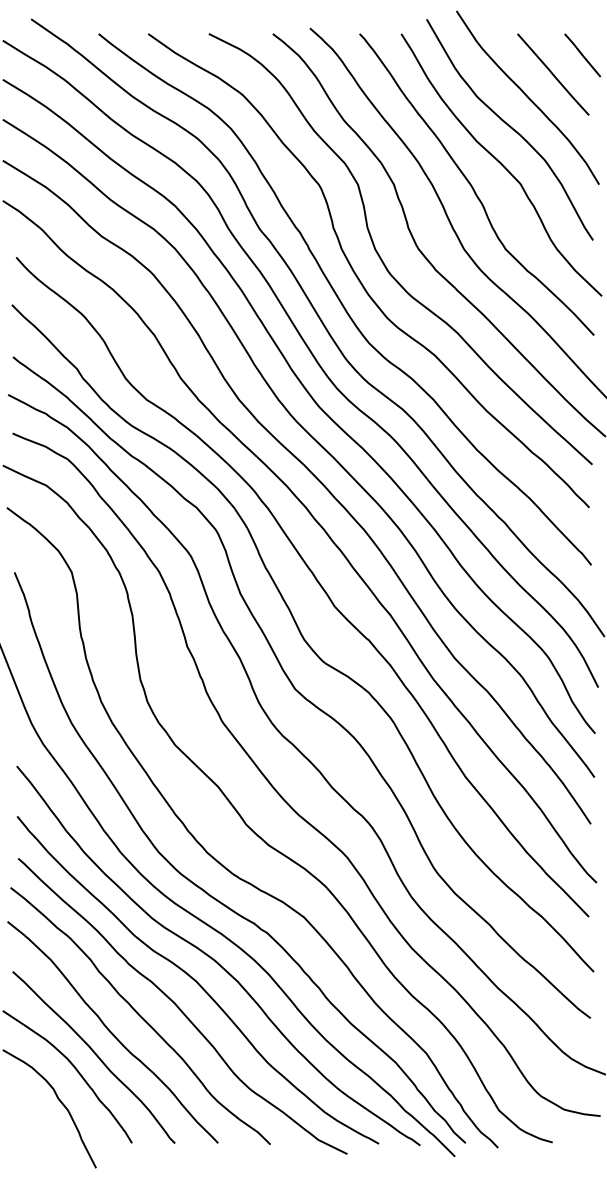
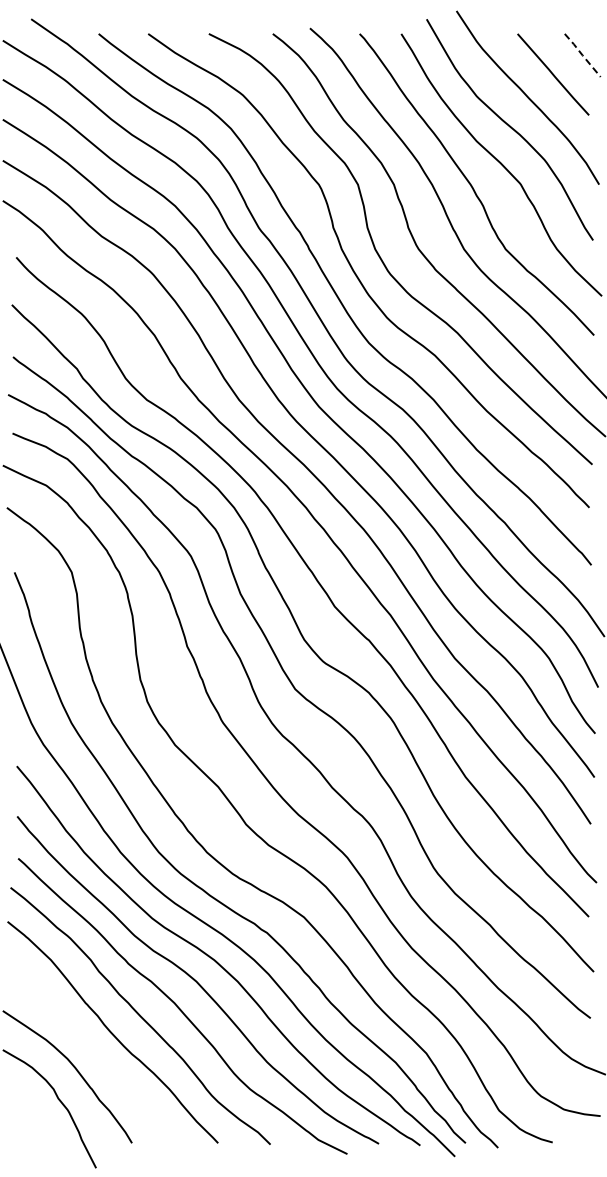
line at (582, 55): solid -> dashed
curve at (95, 1055): present -> none
